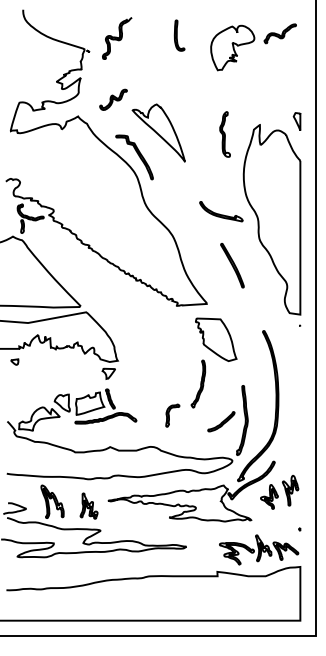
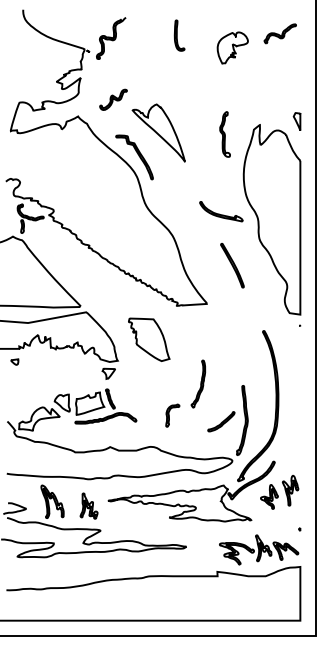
curve at (117, 38) position: (117, 38) -> (111, 38)
part at (232, 47) size: 46x48 px -> 33x34 px
part at (216, 339) position: (216, 339) -> (149, 339)
